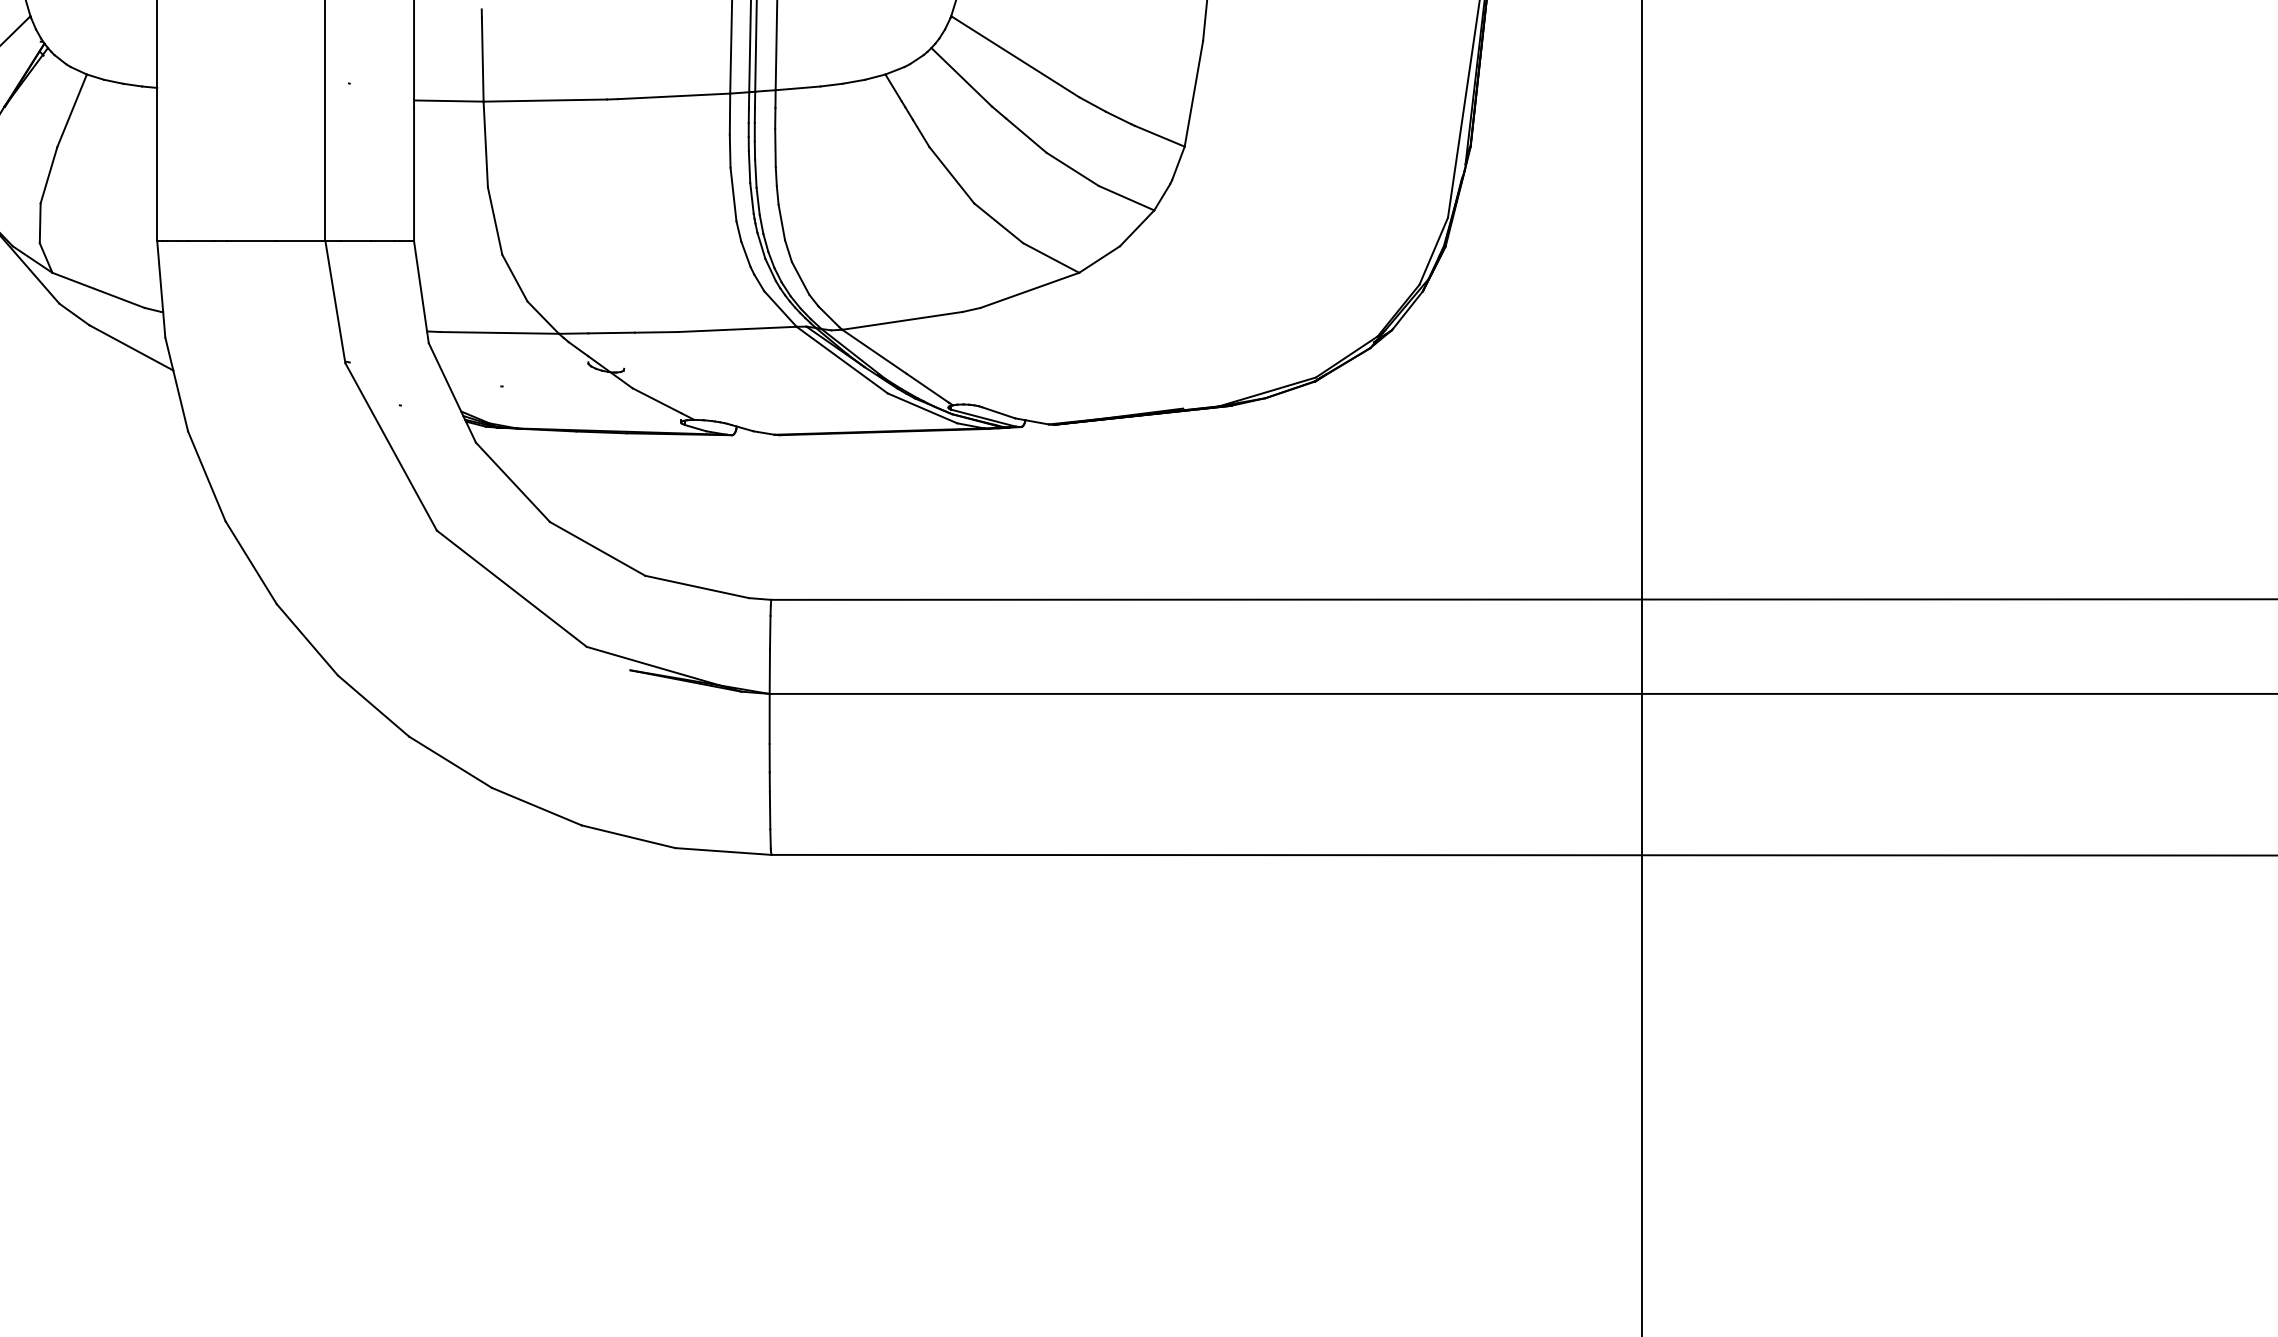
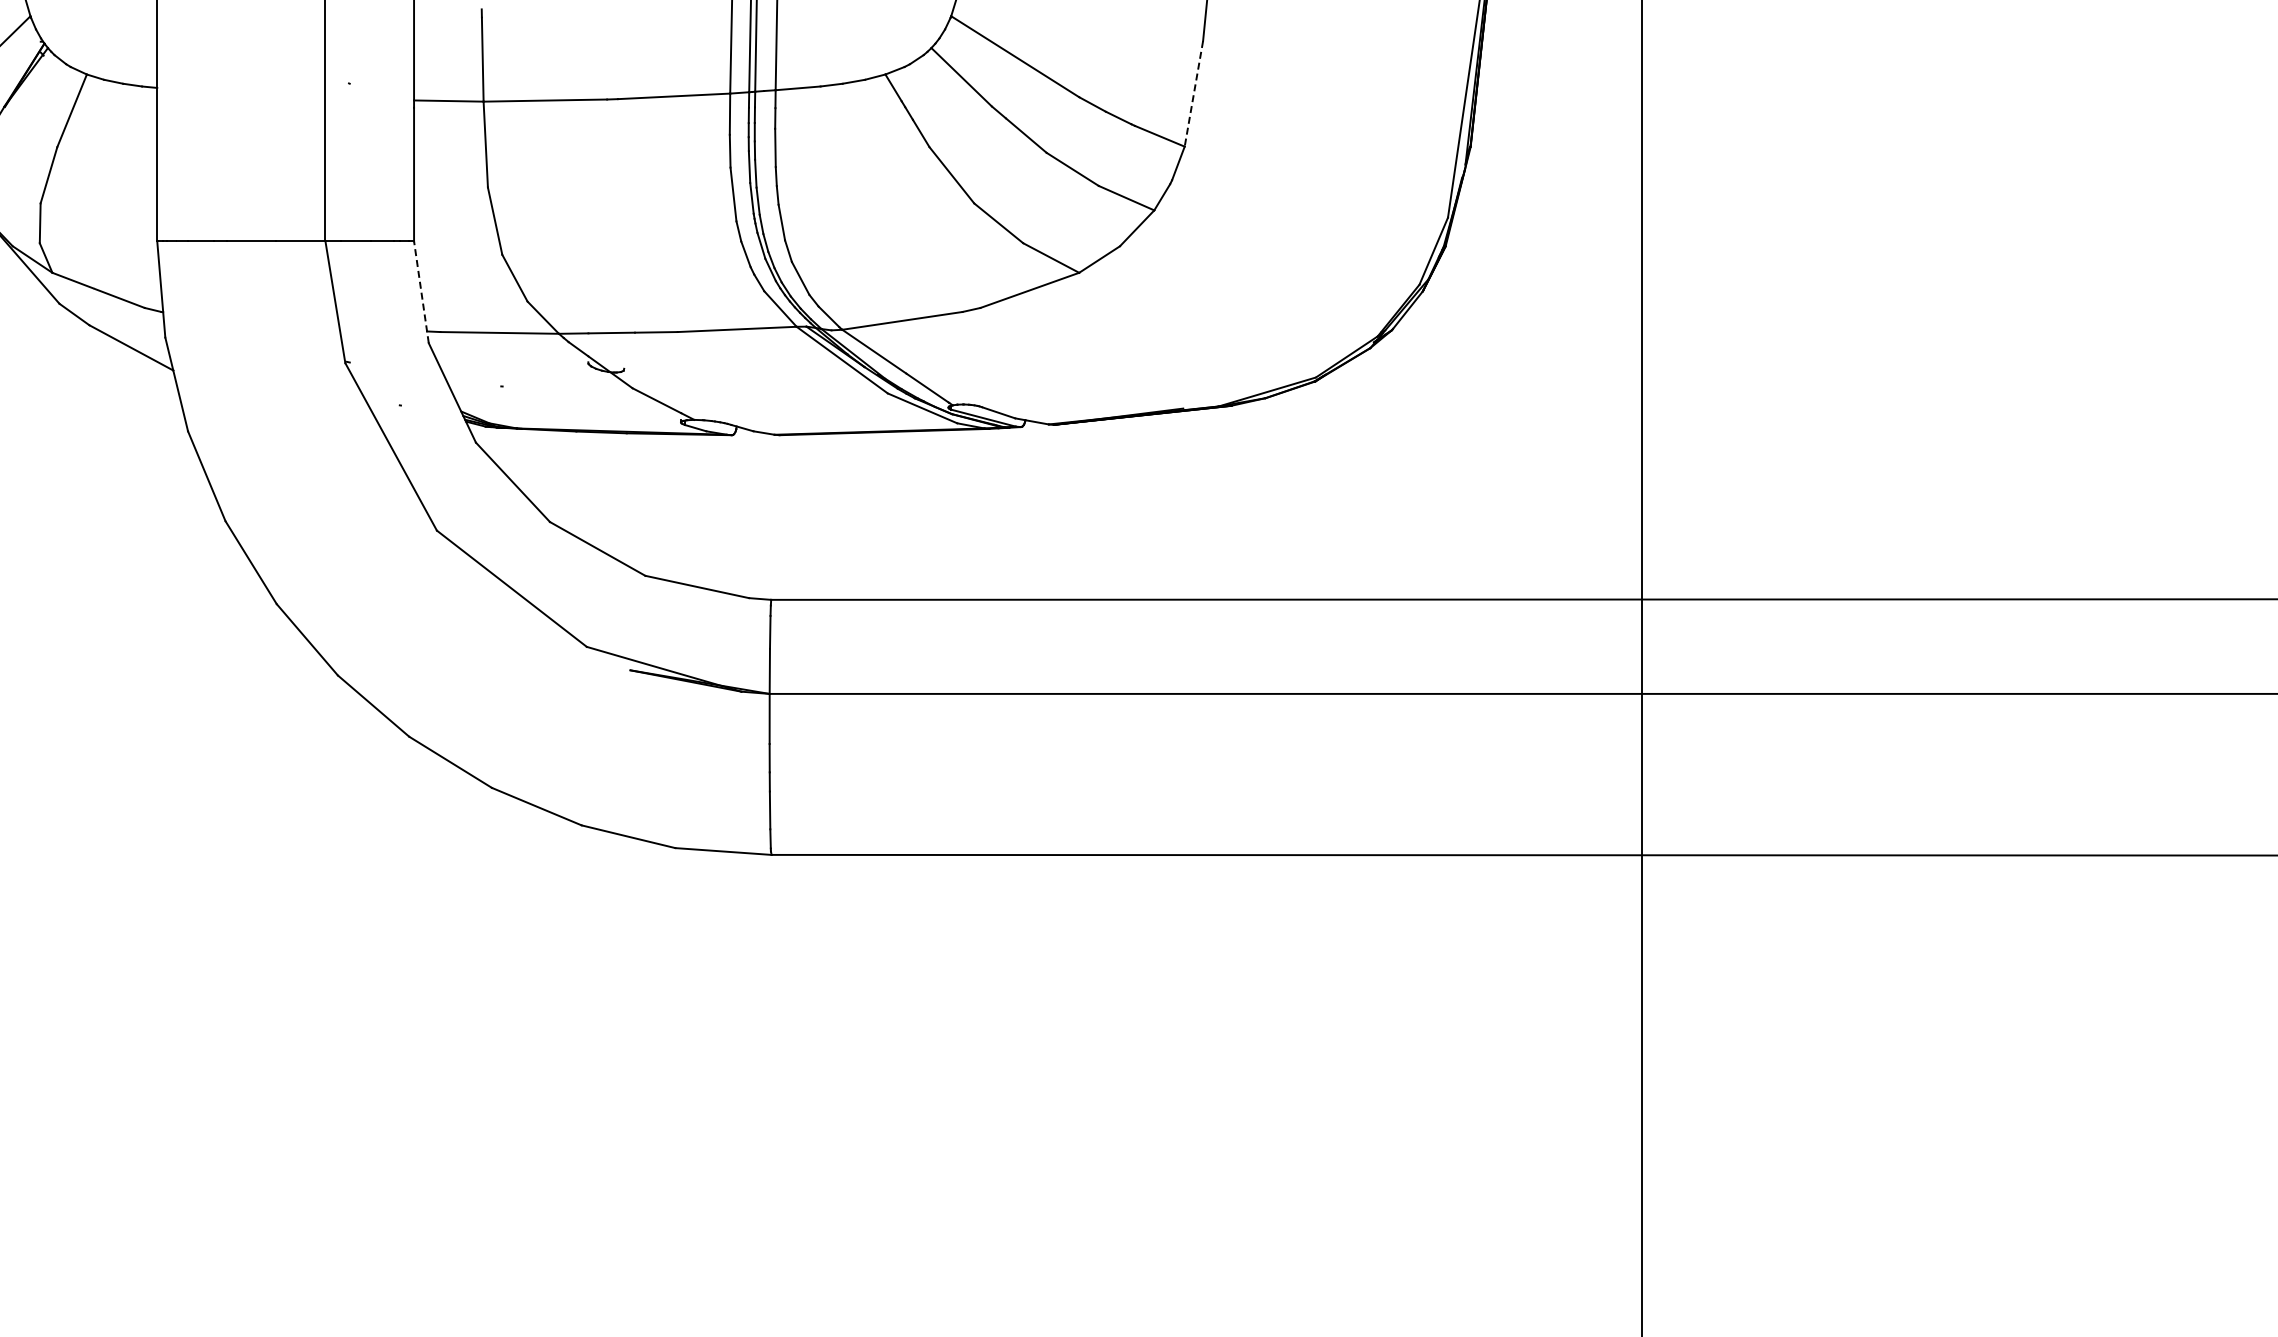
line at (1193, 93): solid -> dashed
line at (421, 291): solid -> dashed
